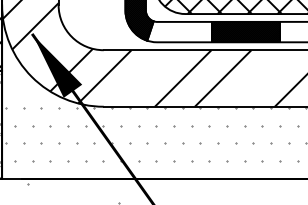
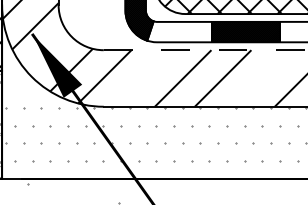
line at (205, 50): solid -> dashed
